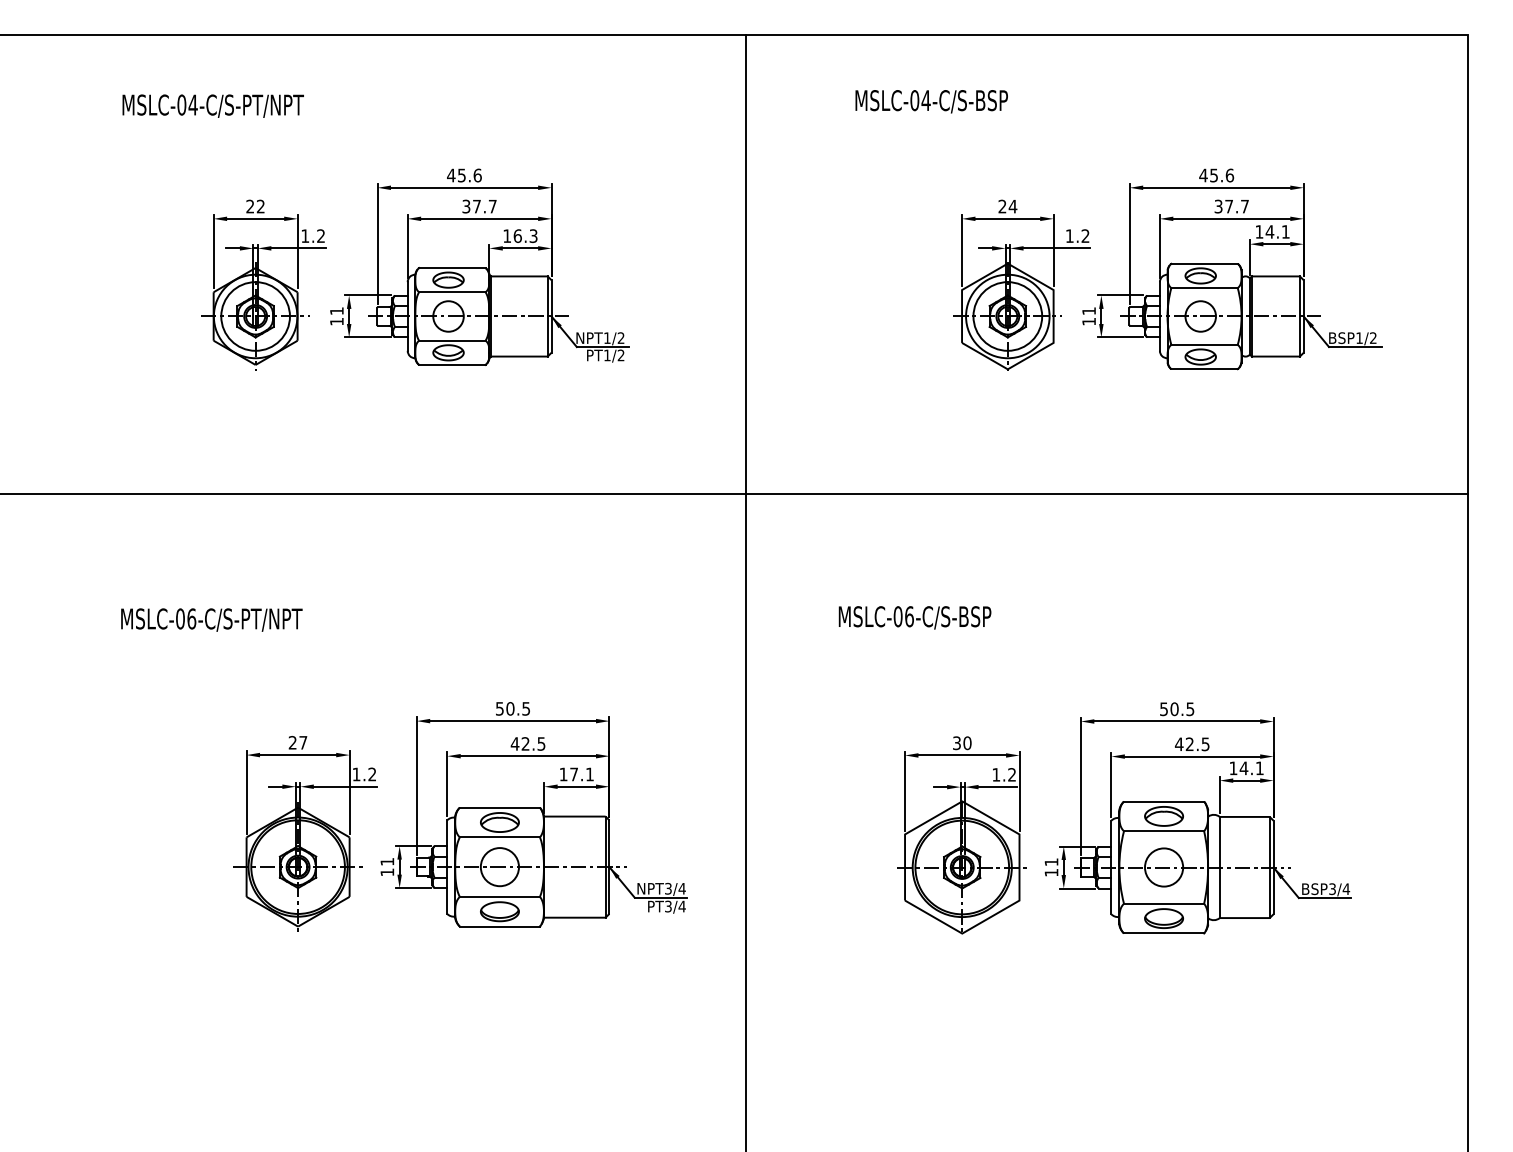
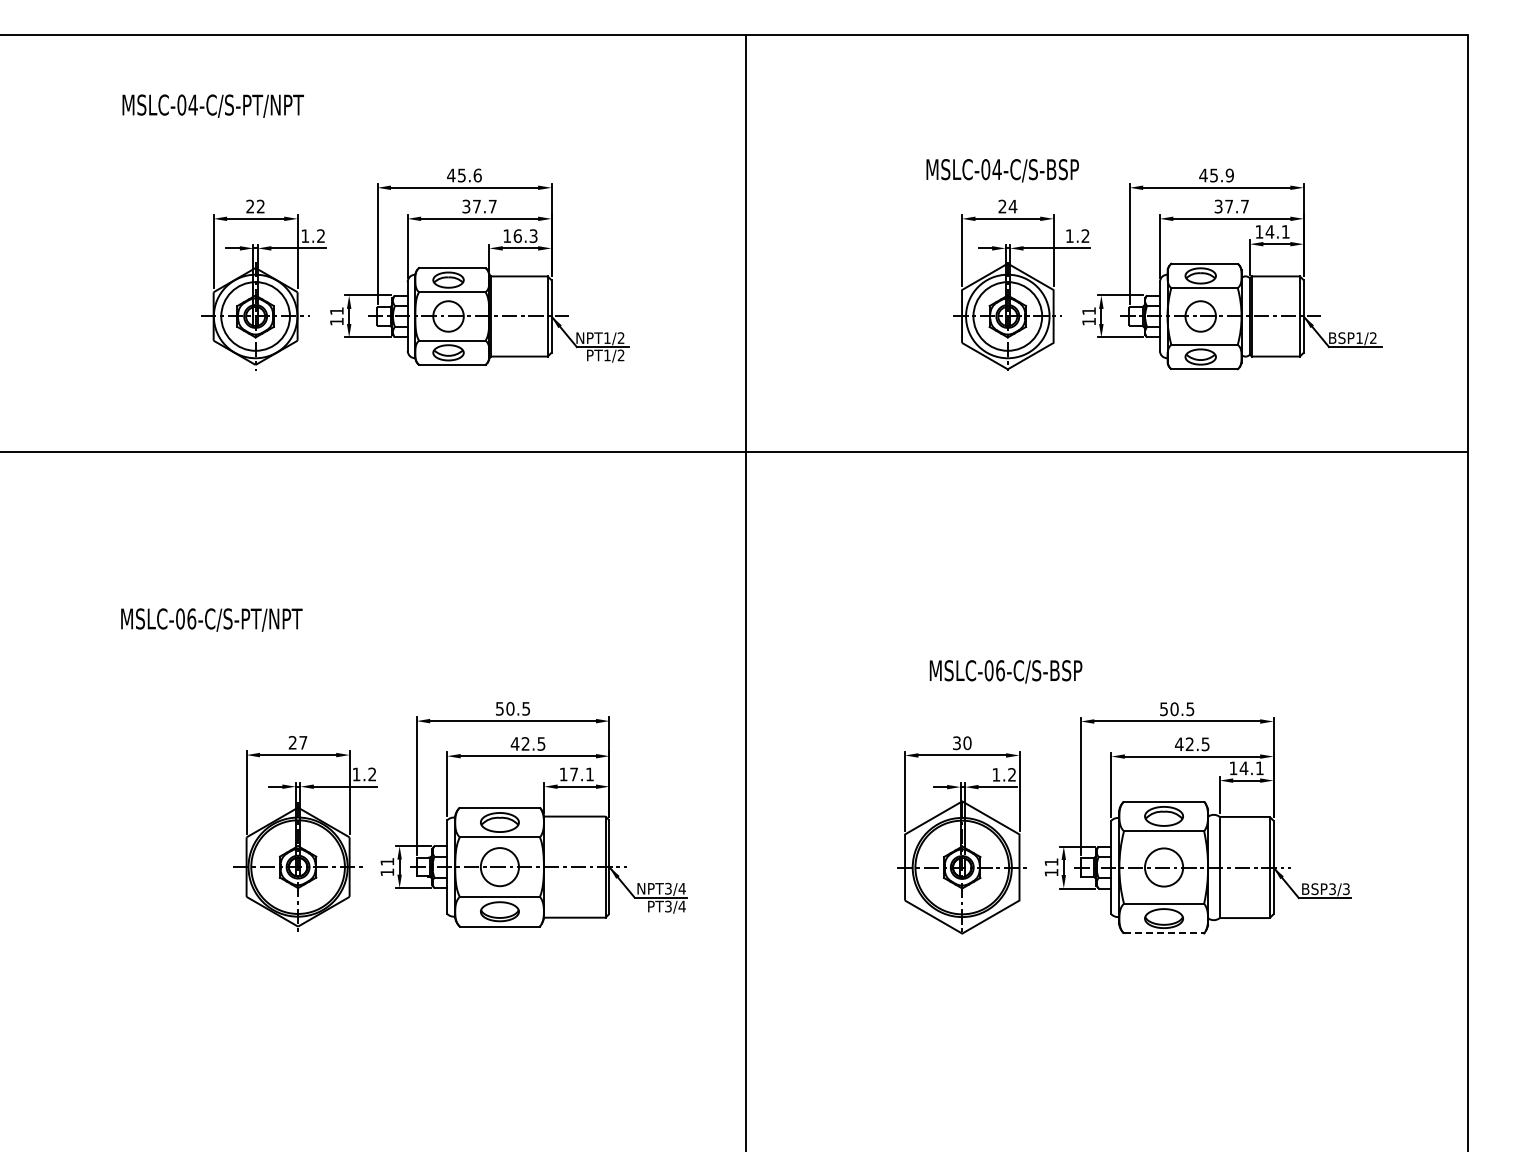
text at (931, 101) position: (931, 101) -> (1002, 170)
text at (1229, 175): 45.6 -> 45.9
line at (734, 494) position: (734, 494) -> (734, 452)
text at (914, 617) position: (914, 617) -> (1005, 671)
text at (1346, 889): BSP3/4 -> BSP3/3
line at (1164, 933): solid -> dashed
